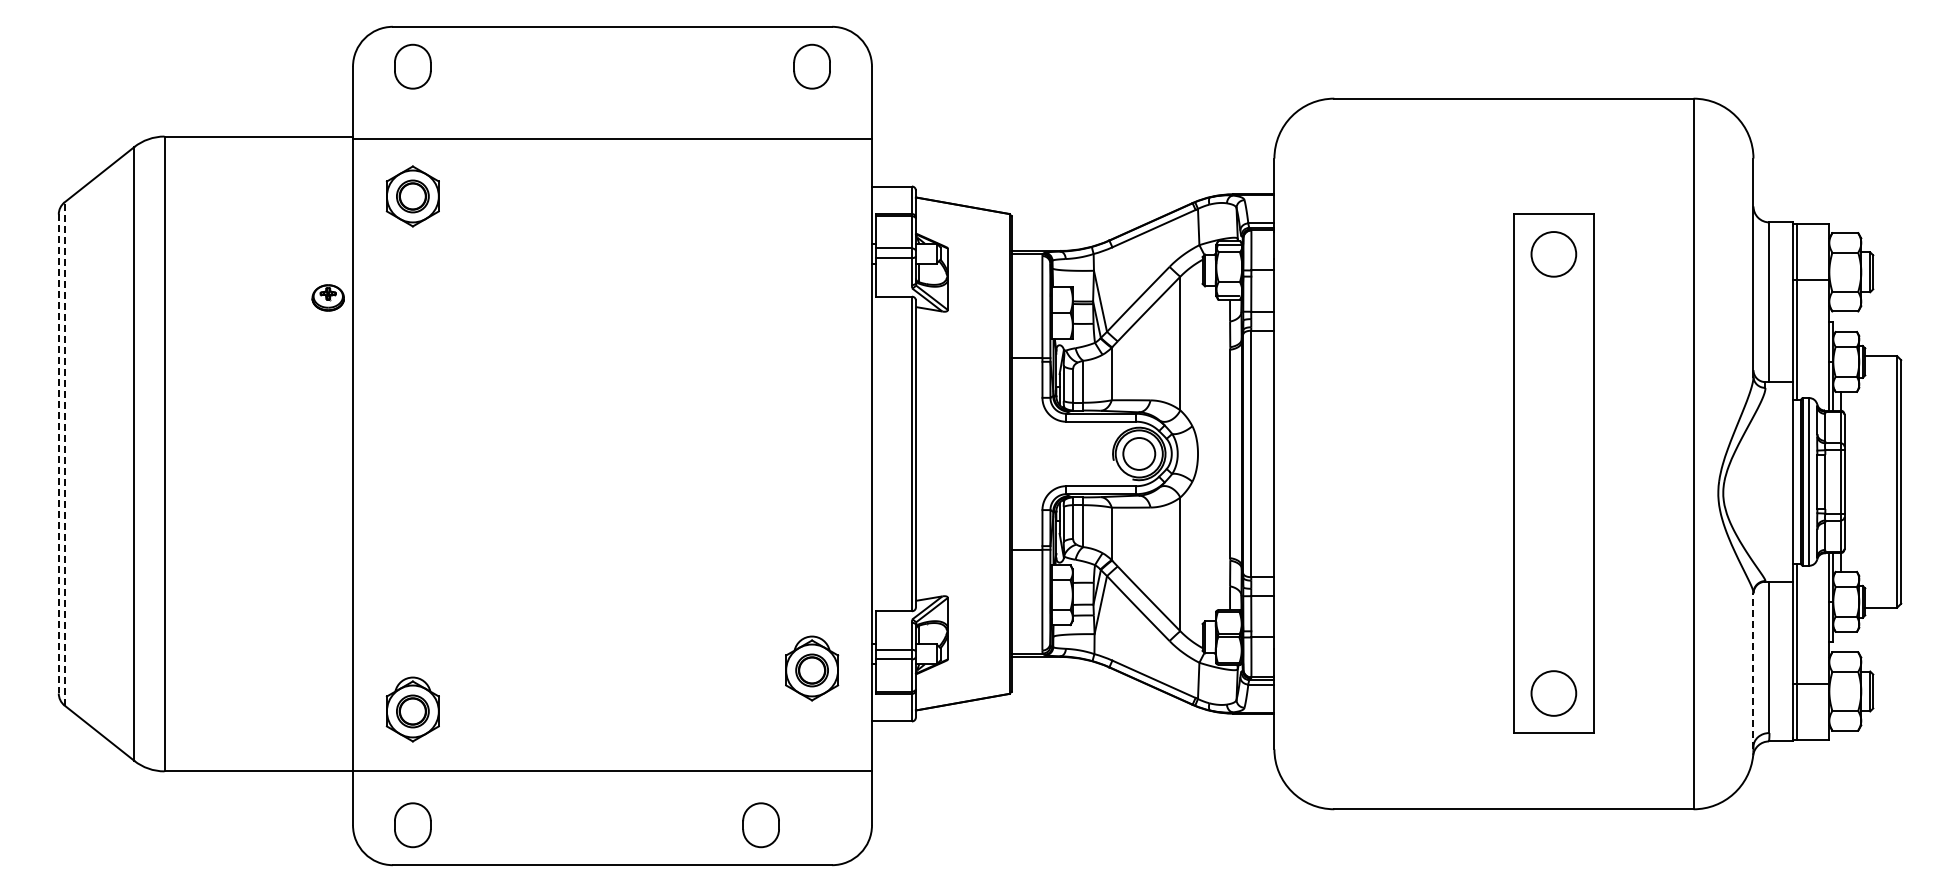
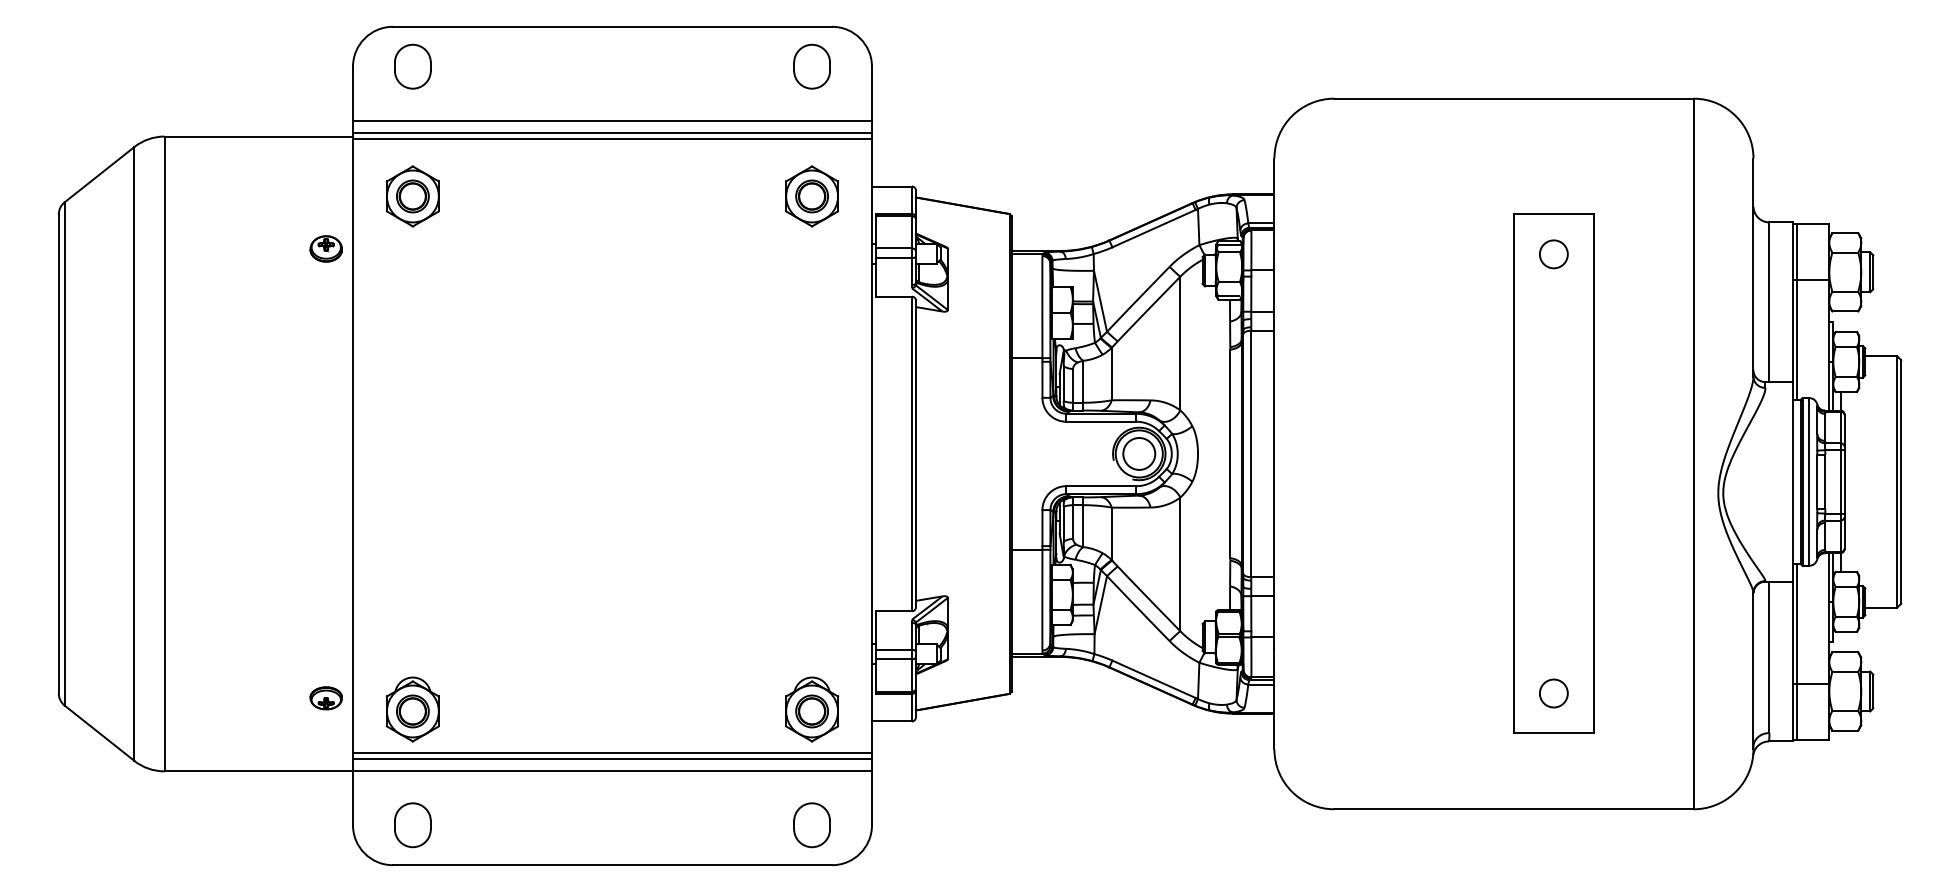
line at (612, 120): none -> present
line at (612, 132): none -> present
part at (812, 196): none -> present
circle at (1553, 254) diameter: 45 px -> 28 px
part at (327, 297) position: (327, 297) -> (325, 248)
line at (64, 453): dashed -> solid
line at (58, 454): dashed -> solid
part at (812, 668) position: (812, 668) -> (812, 709)
line at (1753, 670): dashed -> solid
circle at (1553, 693) diameter: 45 px -> 28 px
part at (325, 698): none -> present
line at (612, 753): none -> present
line at (612, 759): none -> present
part at (760, 825) position: (760, 825) -> (811, 825)
